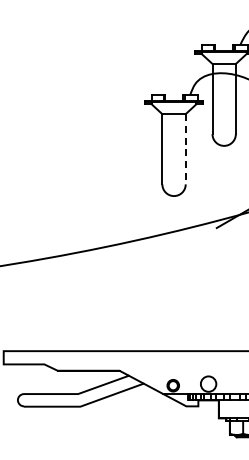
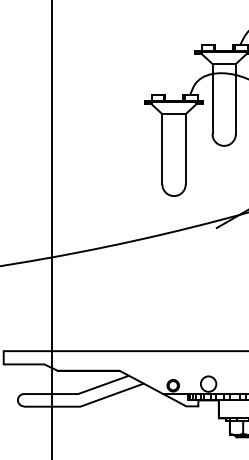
line at (185, 149): dashed -> solid
line at (51, 229): none -> present
